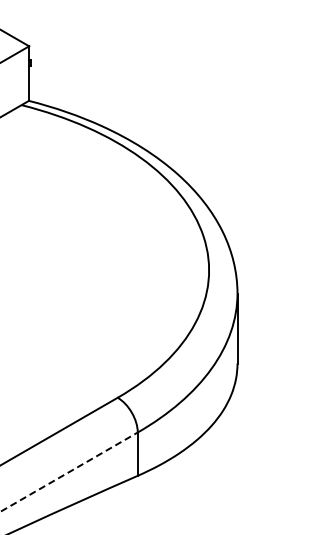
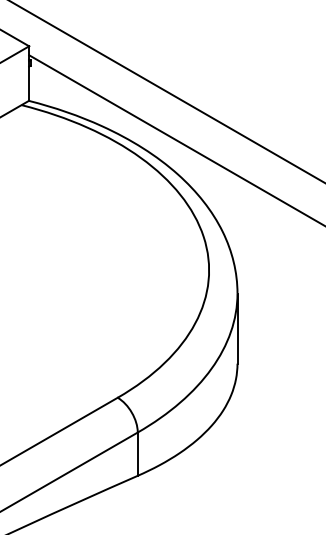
line at (166, 91): none -> present
line at (175, 139): none -> present
line at (69, 472): dashed -> solid
